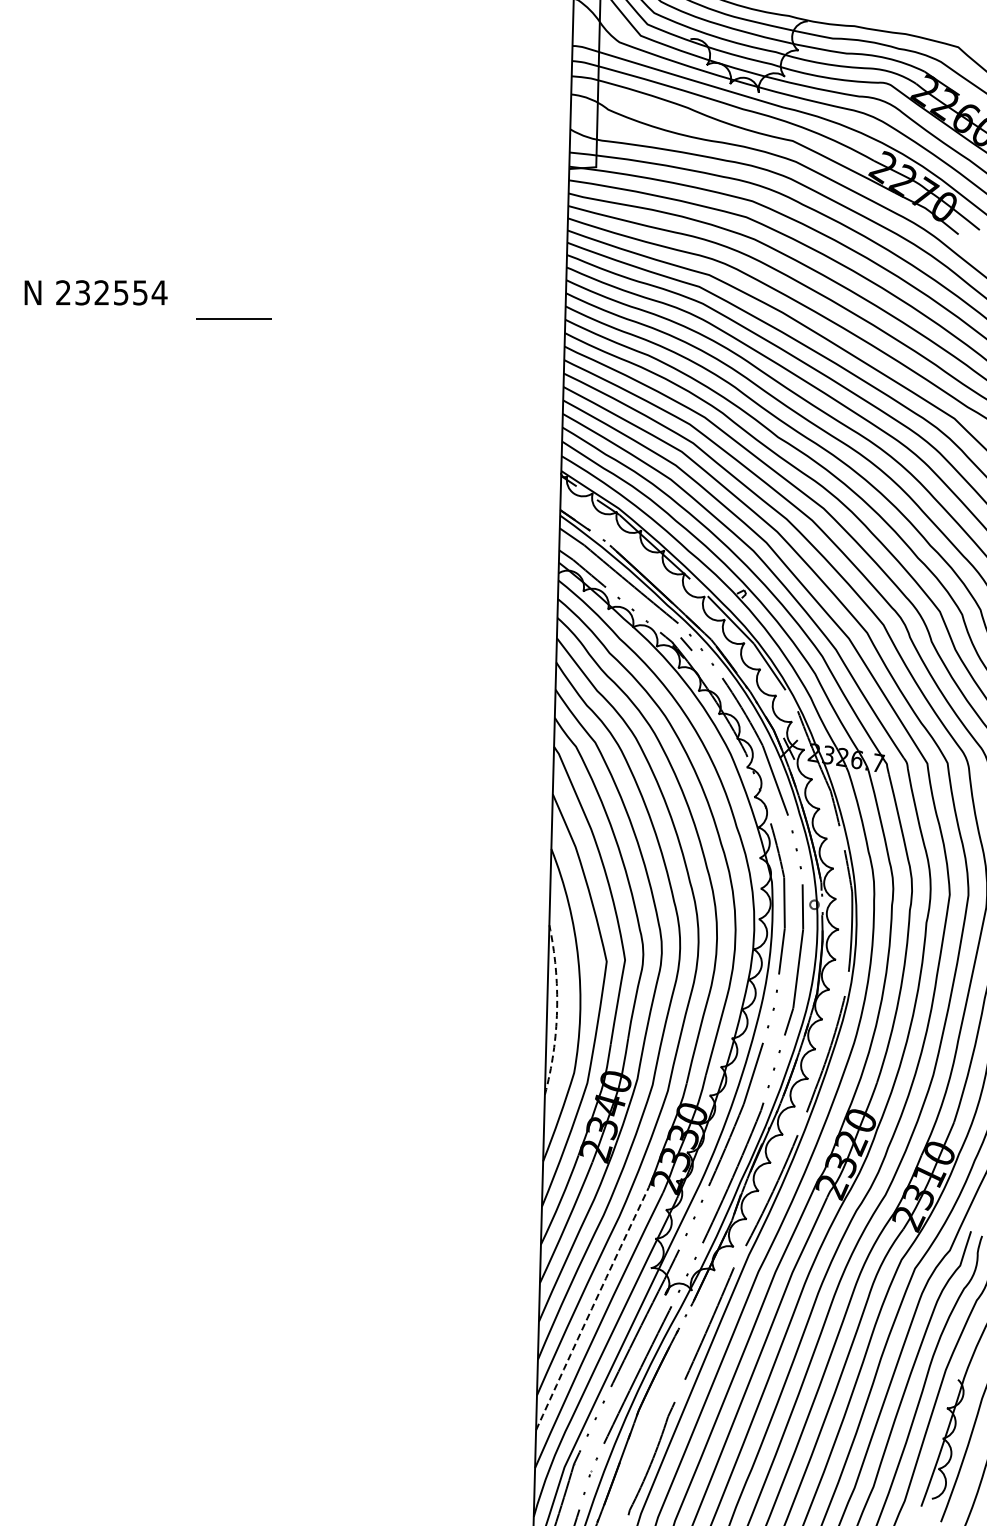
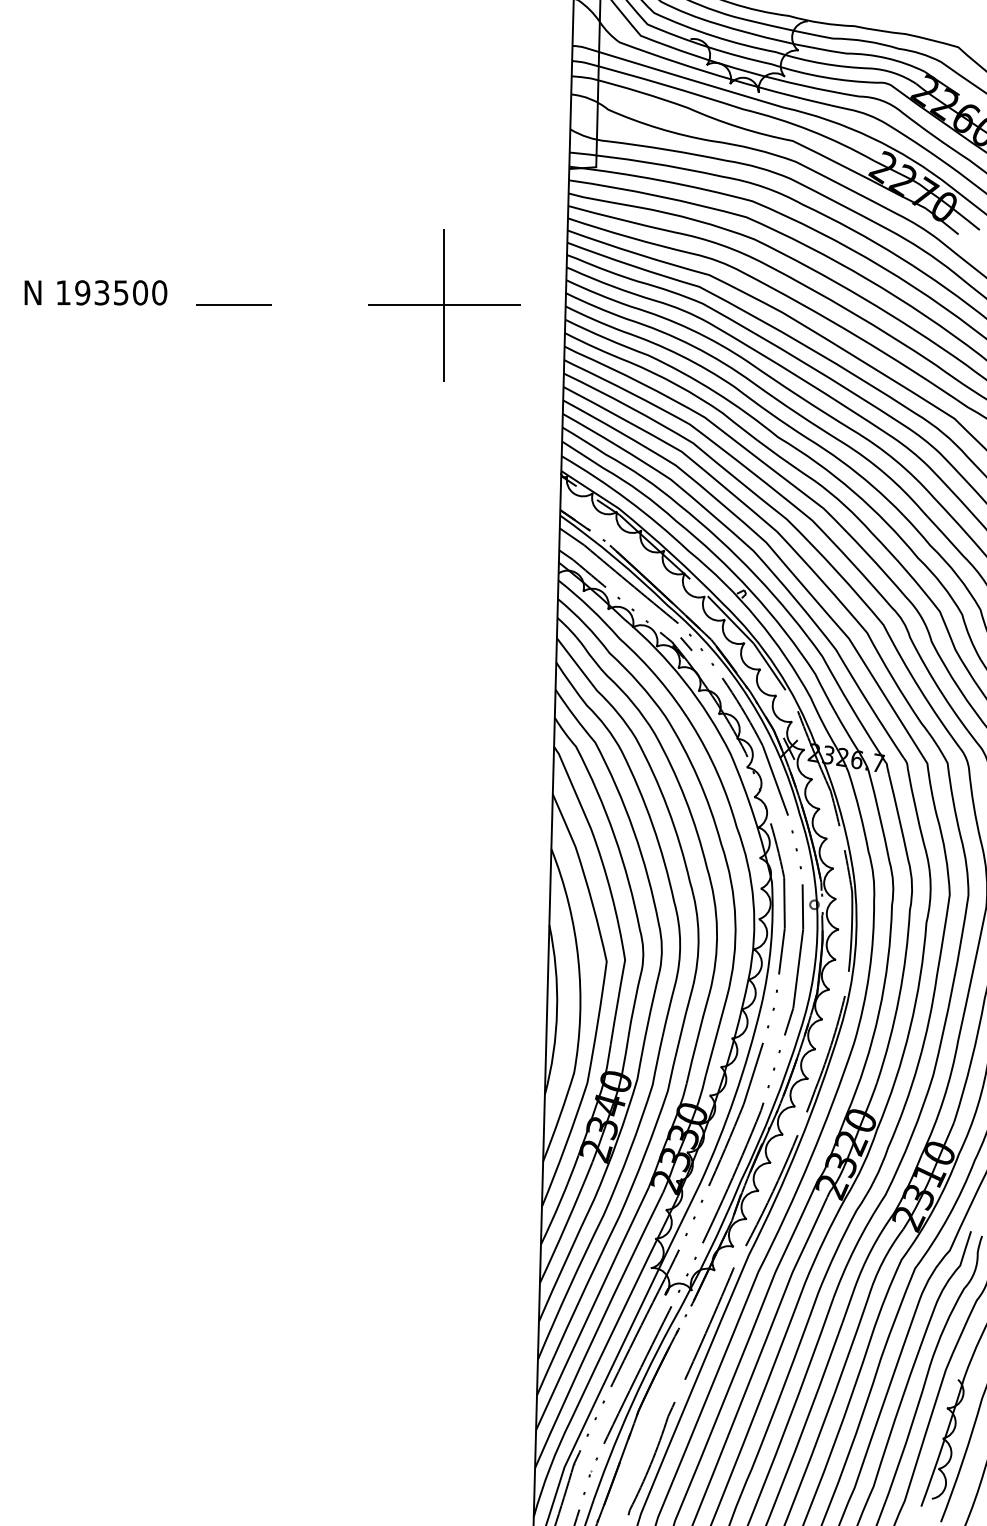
text at (111, 292): 232554 -> 193500
part at (444, 305): none -> present
line at (233, 318) position: (233, 318) -> (233, 304)
line at (557, 1010): dashed -> solid
line at (591, 1308): dashed -> solid
